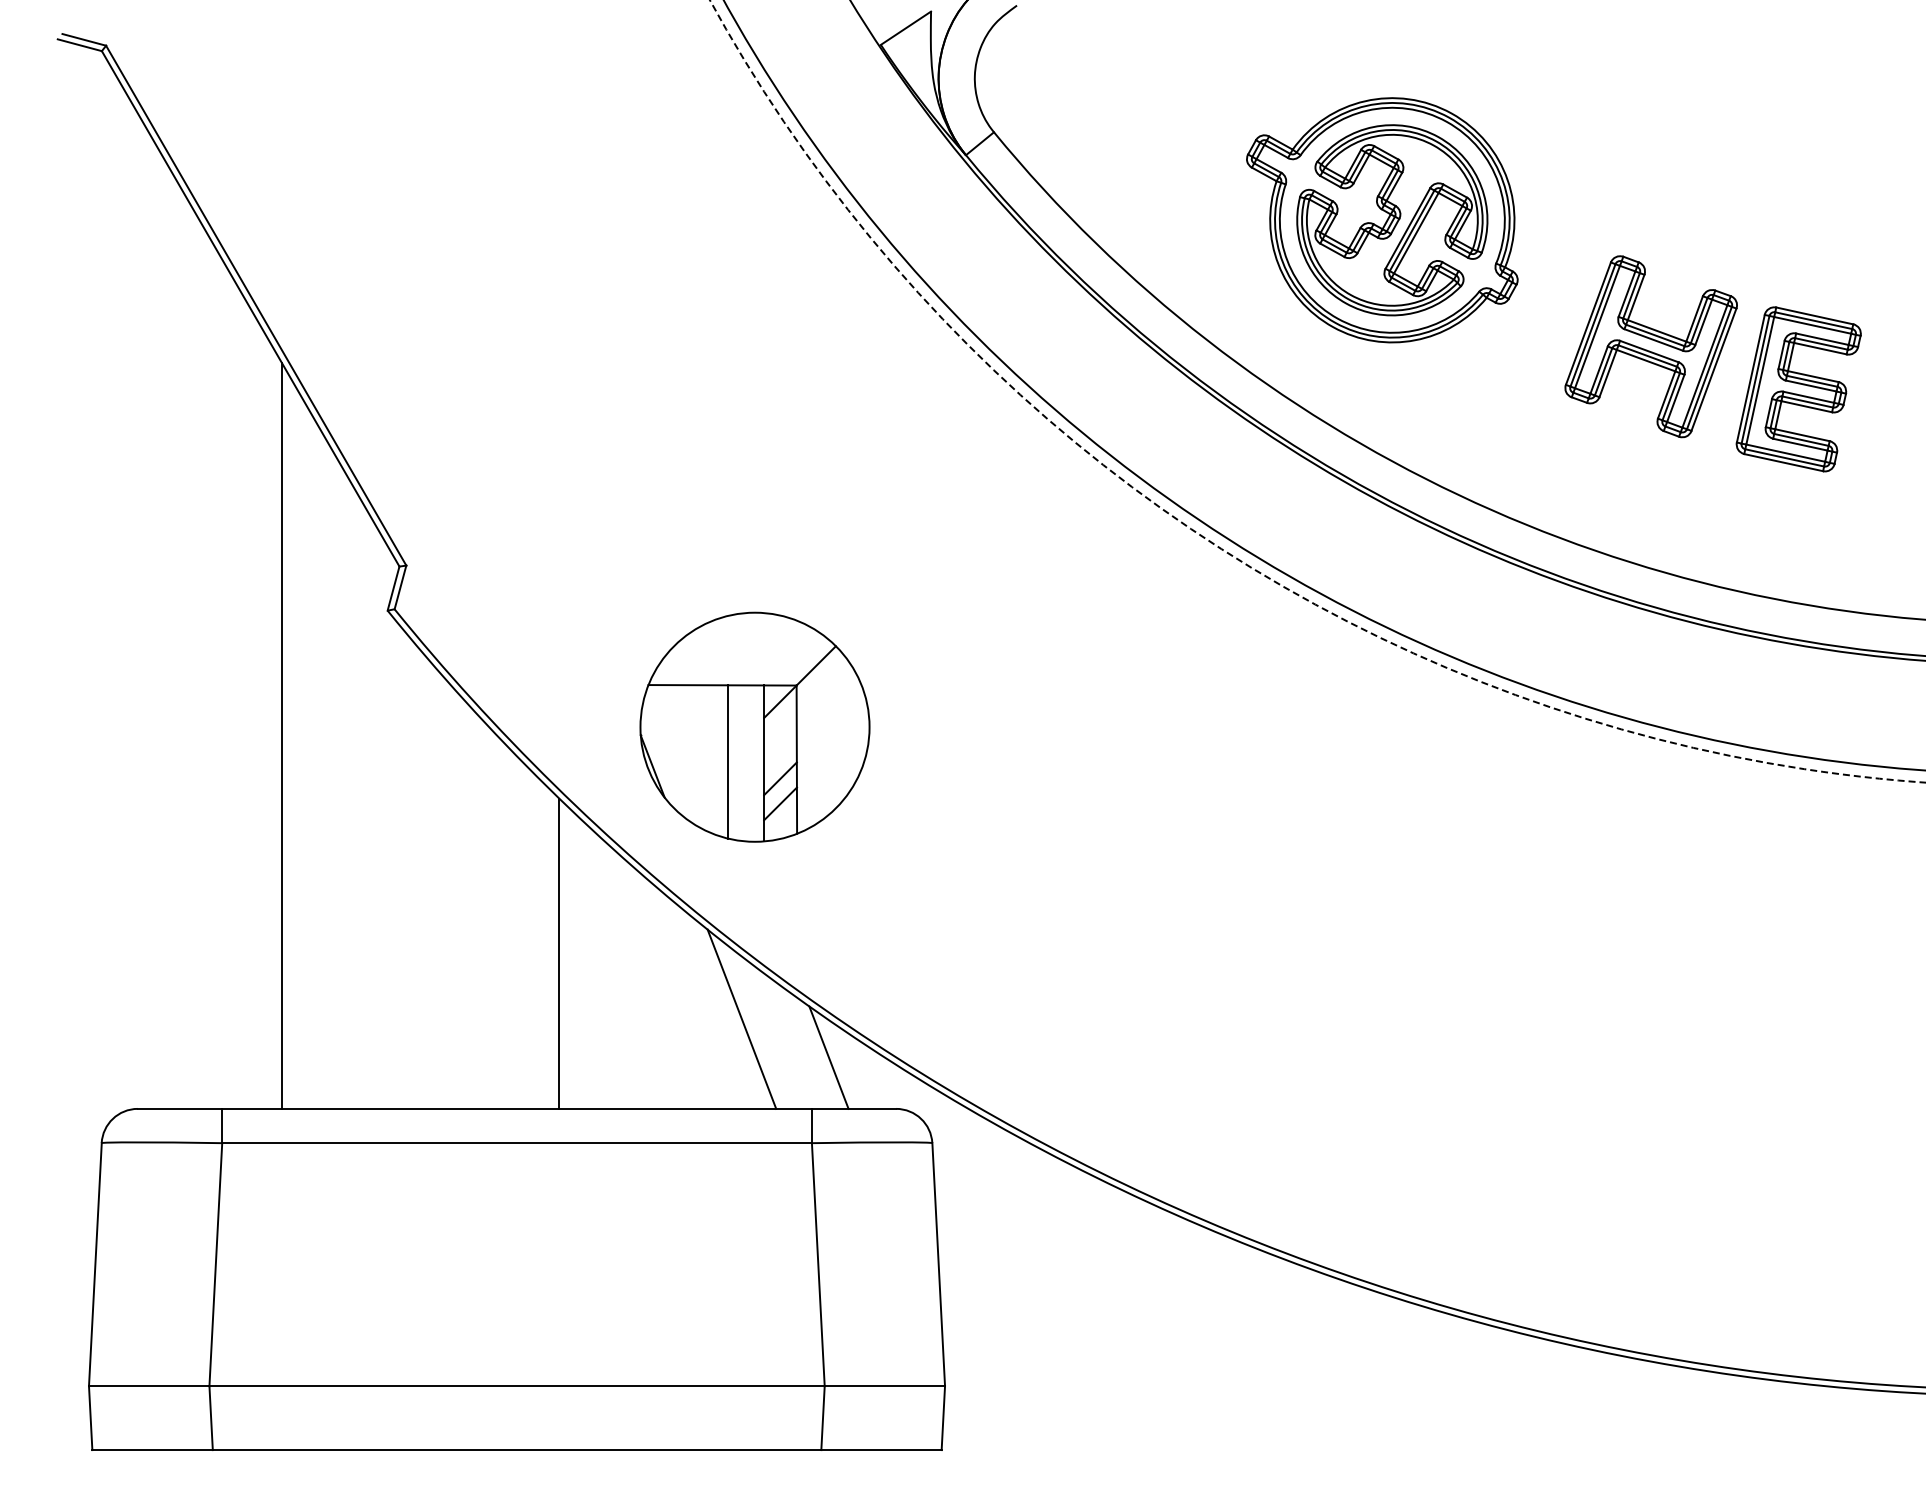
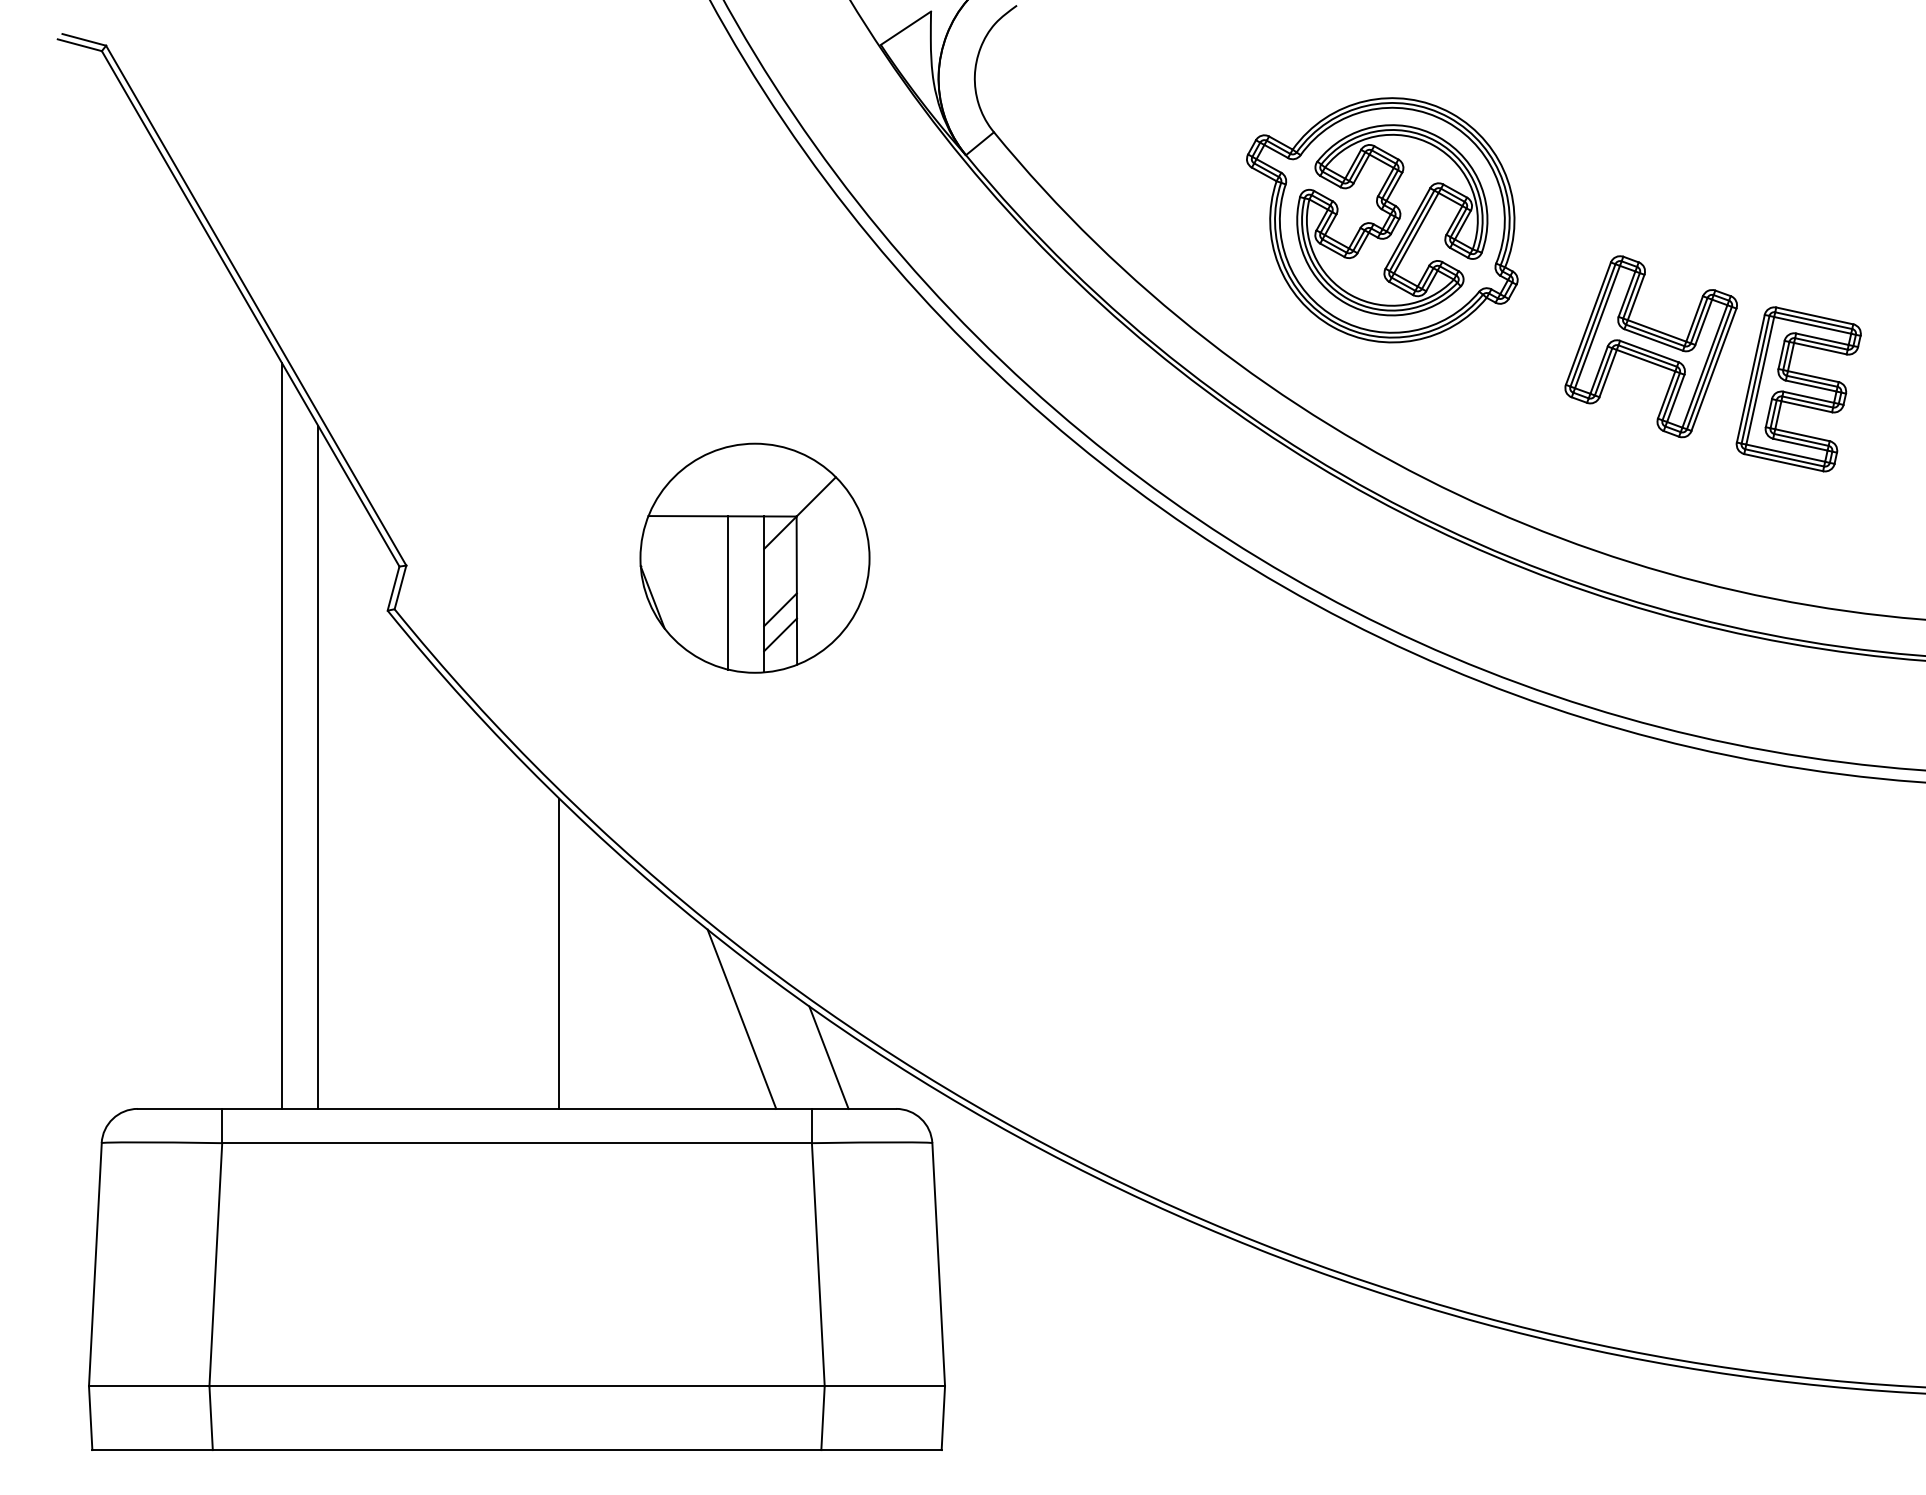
circle at (1317, 391): dashed -> solid
part at (754, 726) position: (754, 726) -> (754, 557)
line at (318, 766): none -> present
